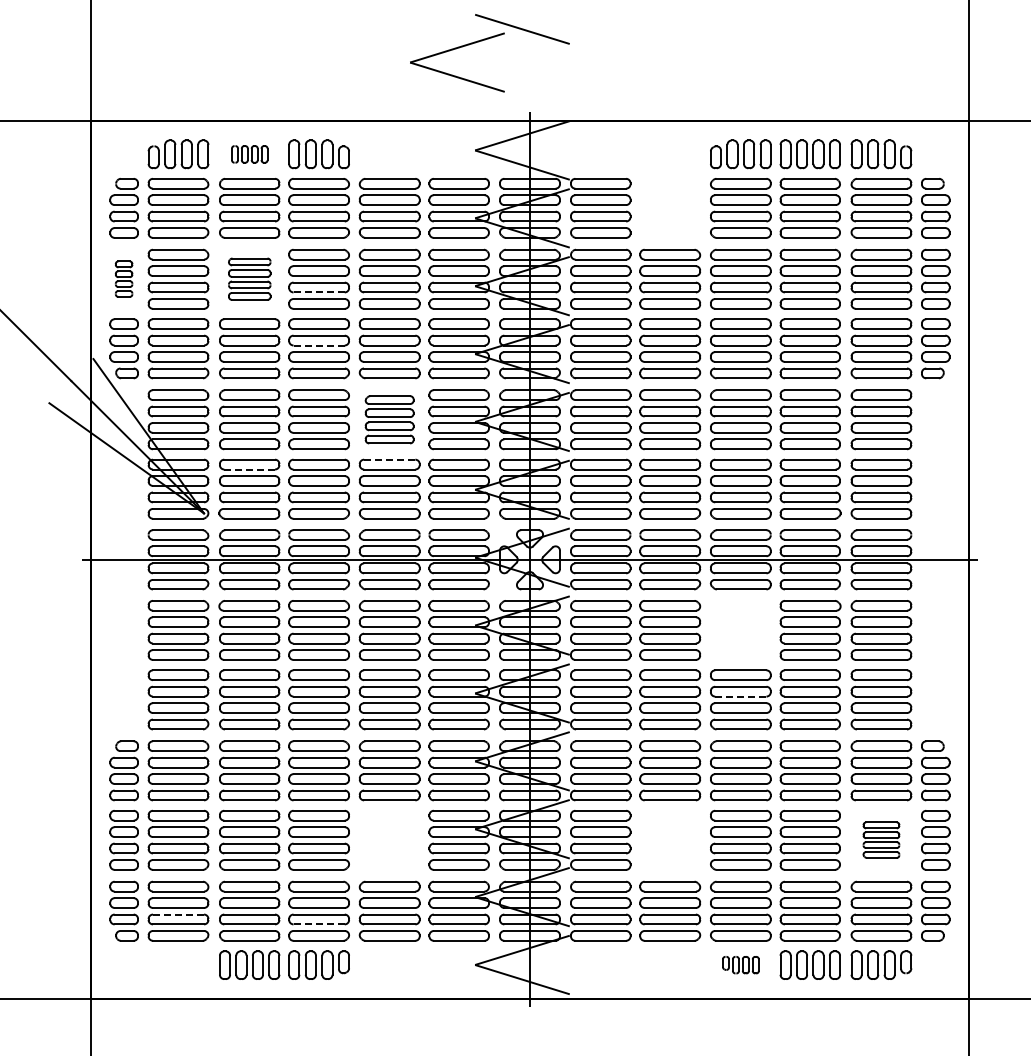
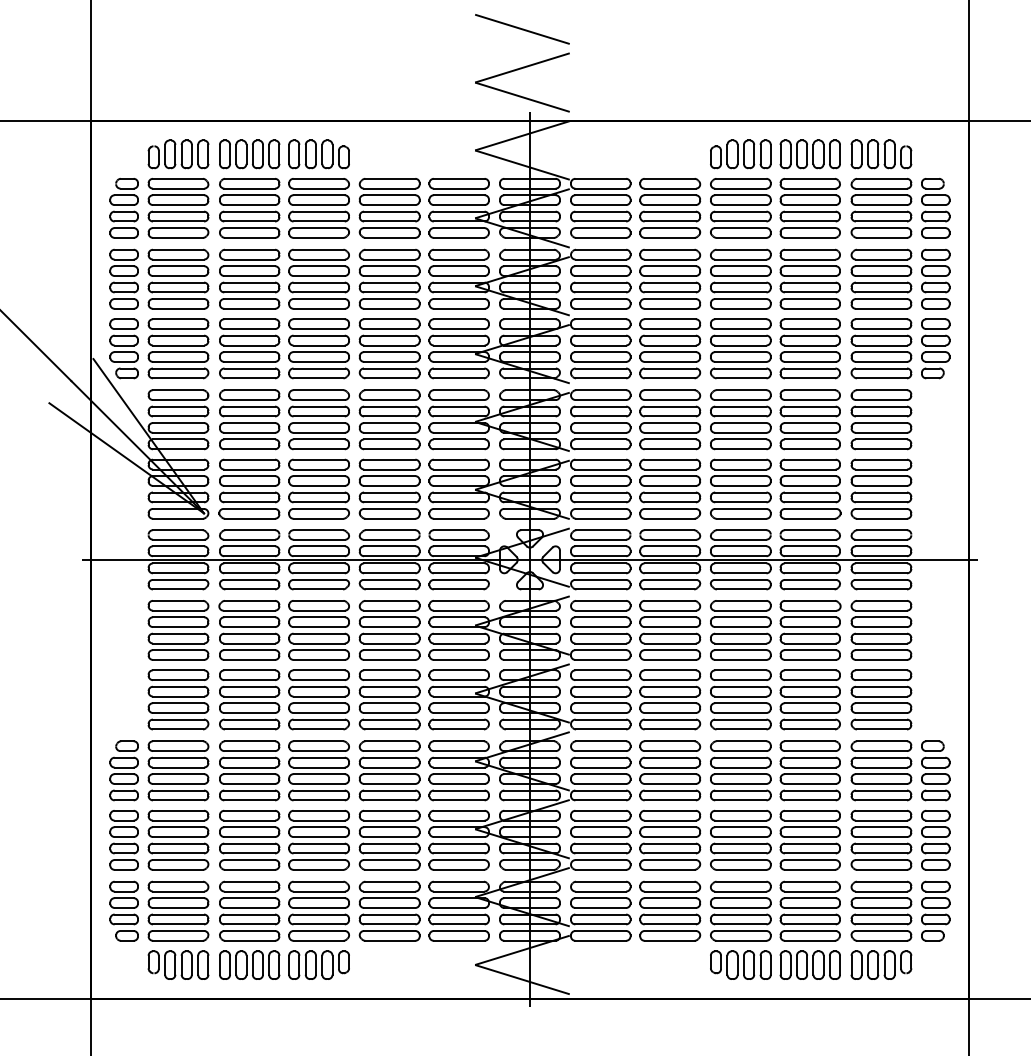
part at (453, 50) position: (453, 50) -> (518, 70)
part at (249, 154) size: 38x19 px -> 62x31 px
part at (670, 208): none -> present
part at (123, 278) size: 20x38 px -> 30x62 px
part at (249, 278) size: 44x44 px -> 62x62 px
line at (319, 292): dashed -> solid
line at (319, 345): dashed -> solid
part at (389, 419) size: 51x50 px -> 63x62 px
line at (389, 459): dashed -> solid
line at (250, 469): dashed -> solid
part at (740, 630): none -> present
line at (740, 696): dashed -> solid
part at (389, 839): none -> present
part at (670, 839): none -> present
part at (881, 839) size: 39x38 px -> 63x62 px
line at (178, 914): dashed -> solid
line at (319, 924): dashed -> solid
part at (178, 964): none -> present
part at (740, 965) size: 38x19 px -> 62x30 px
